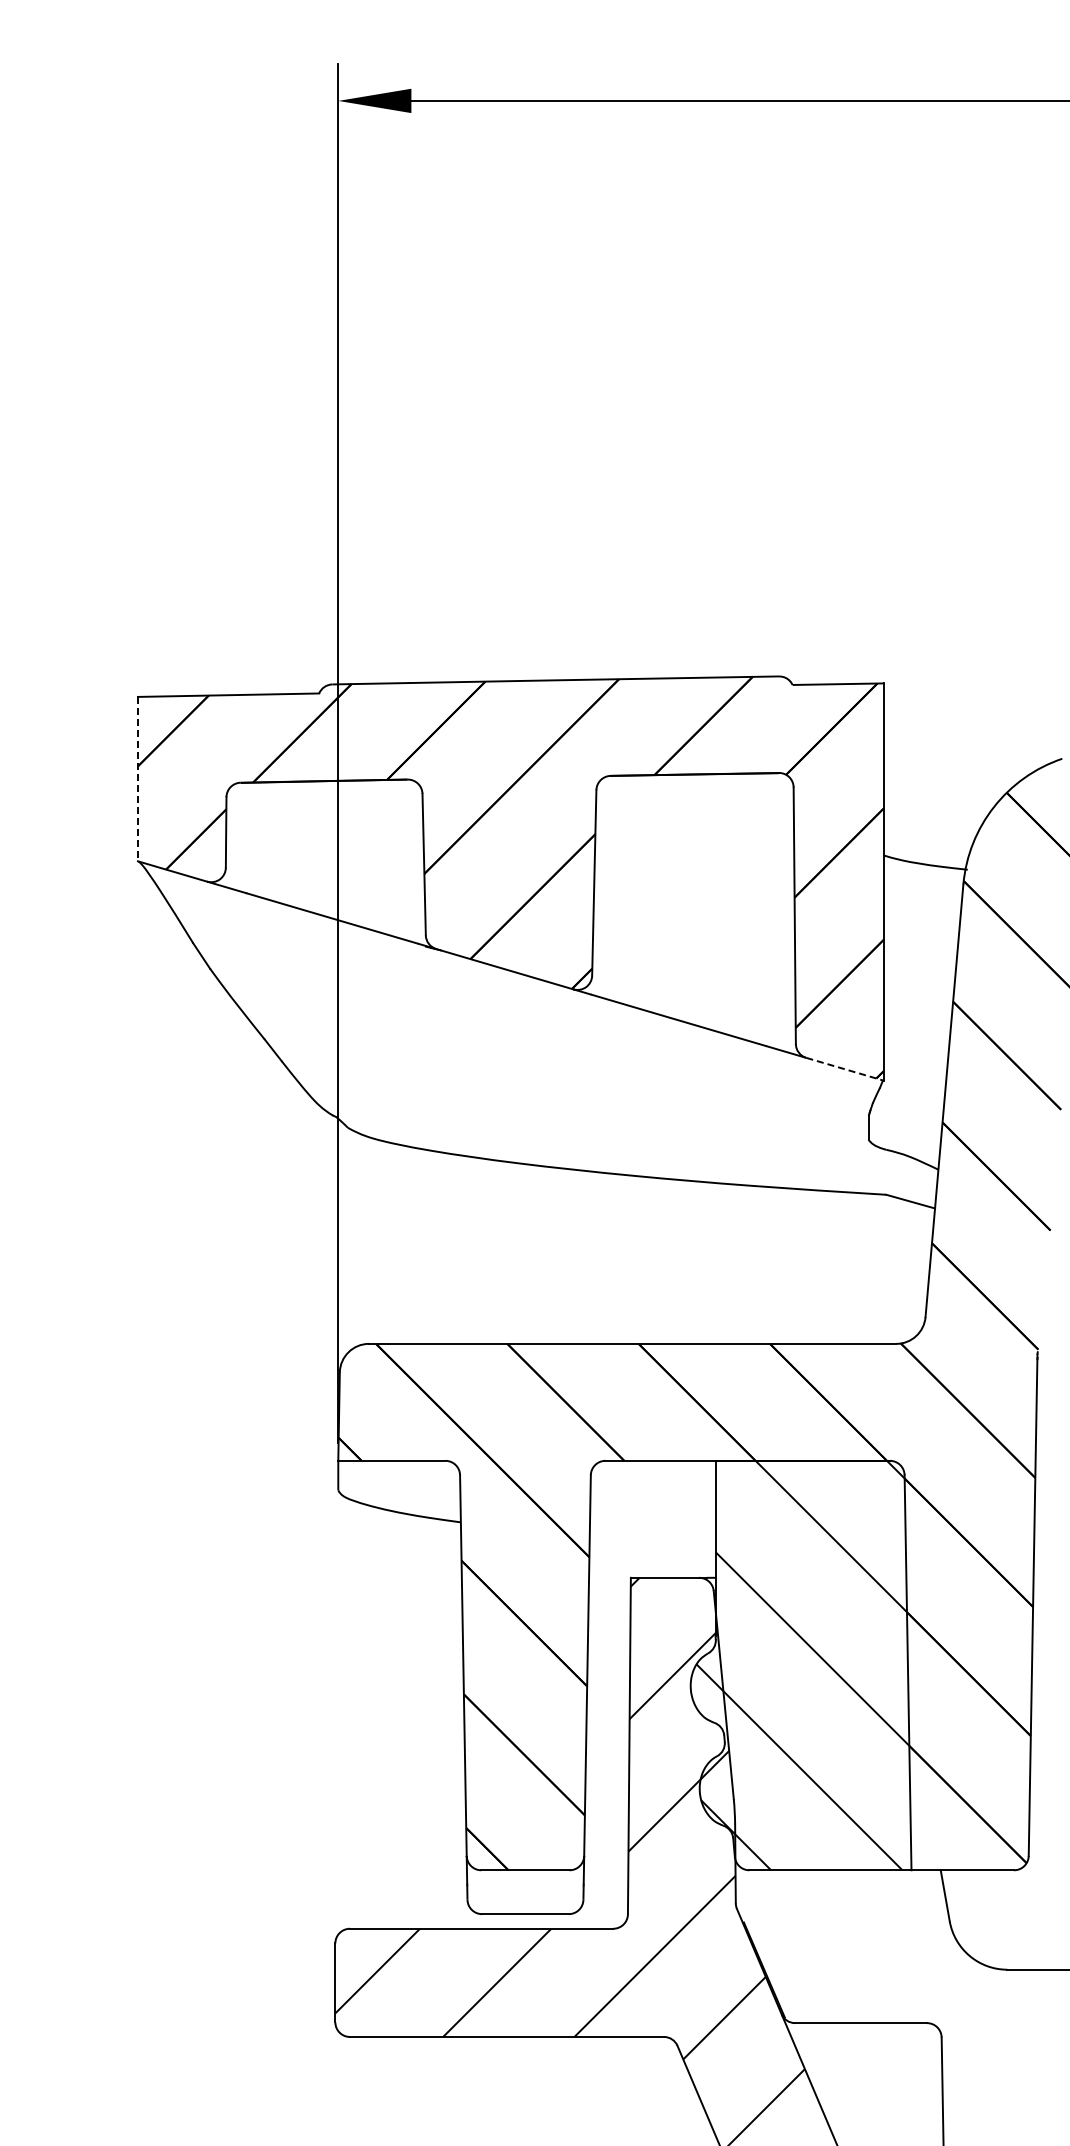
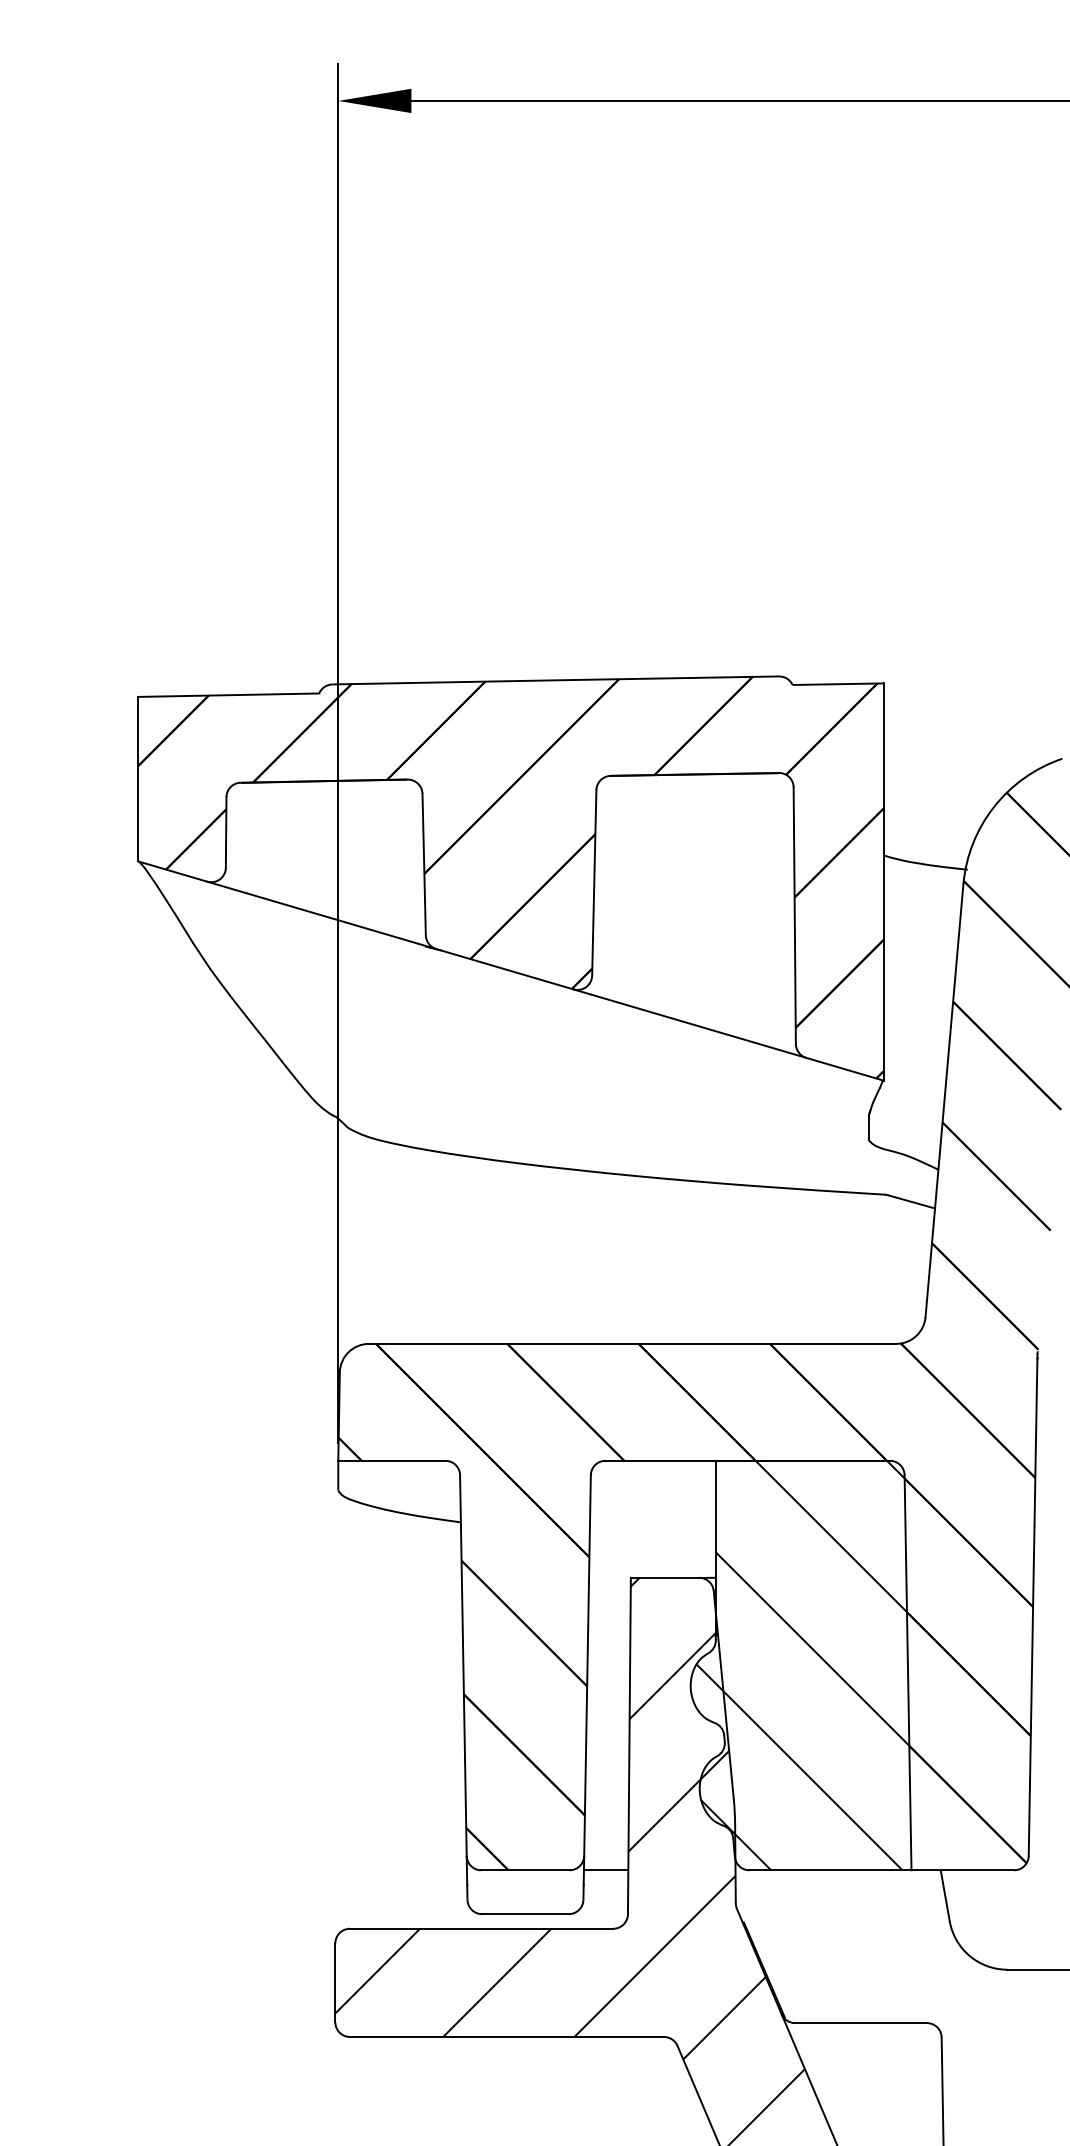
line at (137, 779): dashed -> solid
line at (845, 1069): dashed -> solid
line at (605, 1870): none -> present
